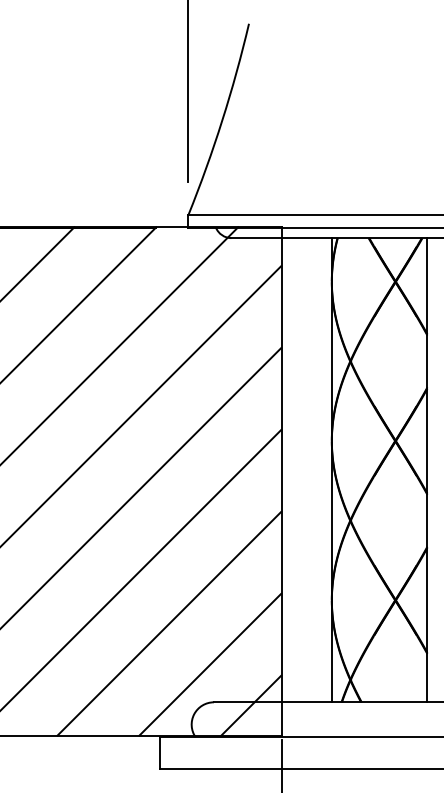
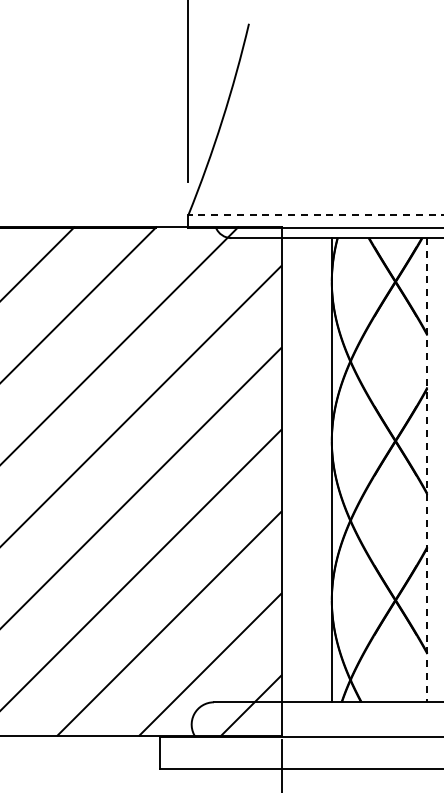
line at (315, 214): solid -> dashed
line at (427, 470): solid -> dashed
